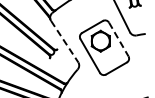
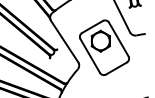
line at (119, 39): dashed -> solid
line at (64, 41): dashed -> solid
